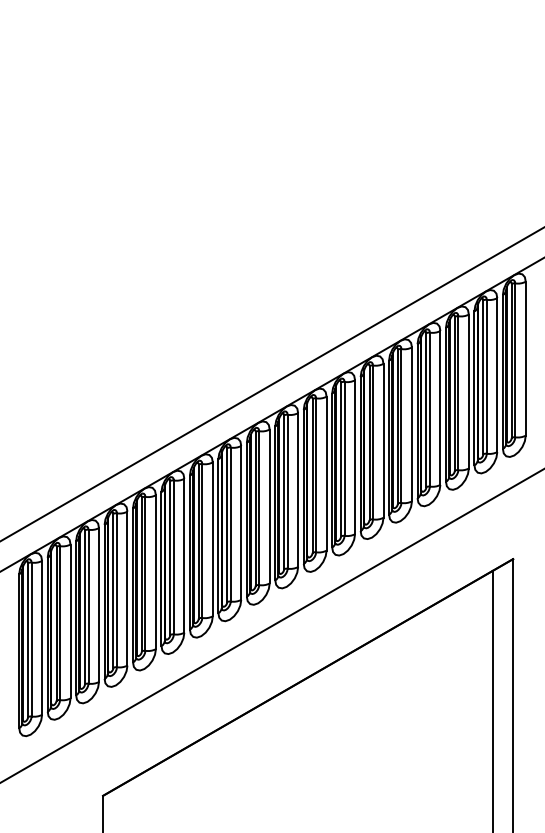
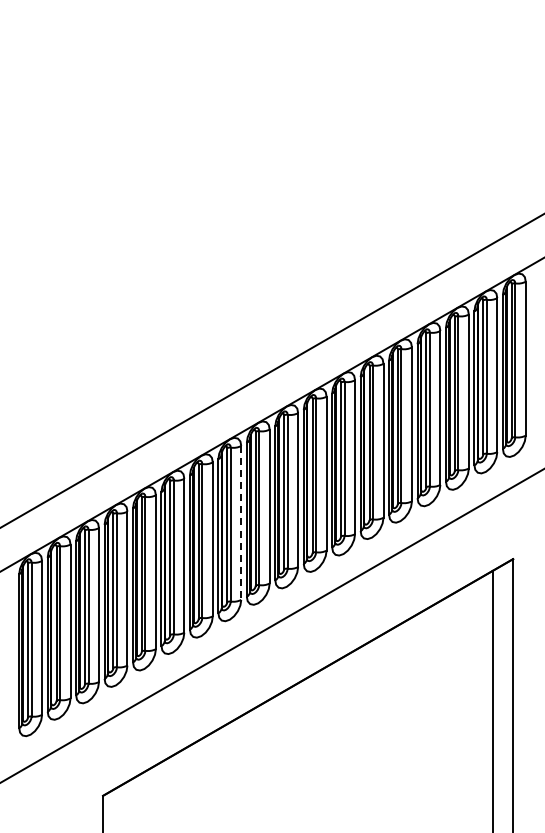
line at (271, 383) position: (271, 383) -> (271, 370)
line at (241, 522): solid -> dashed
